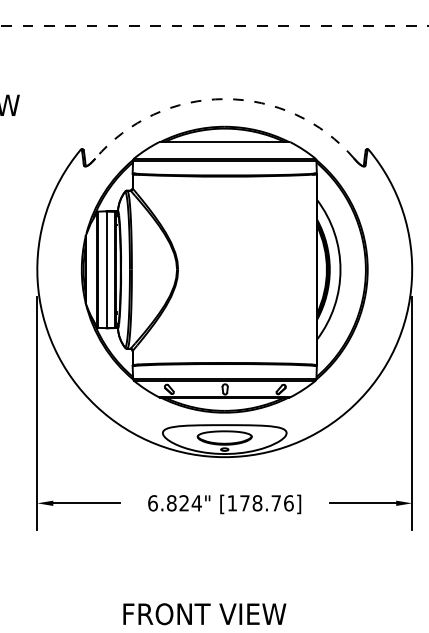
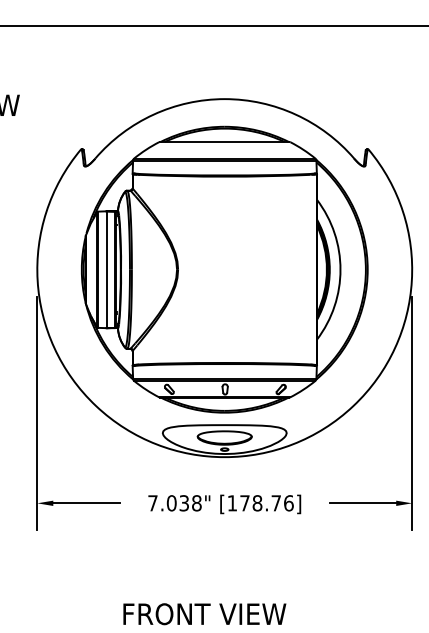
line at (214, 25): dashed -> solid
arc at (224, 99): dashed -> solid
text at (174, 503): 6.824" -> 7.038"
